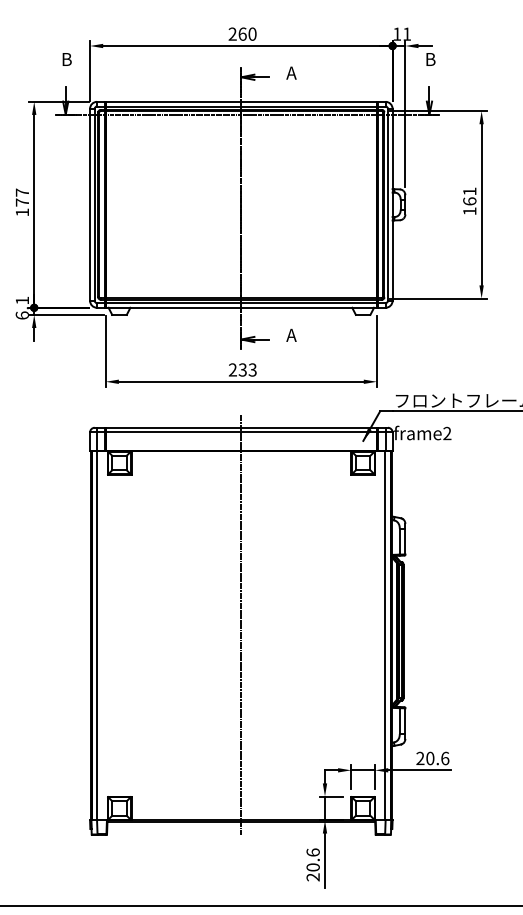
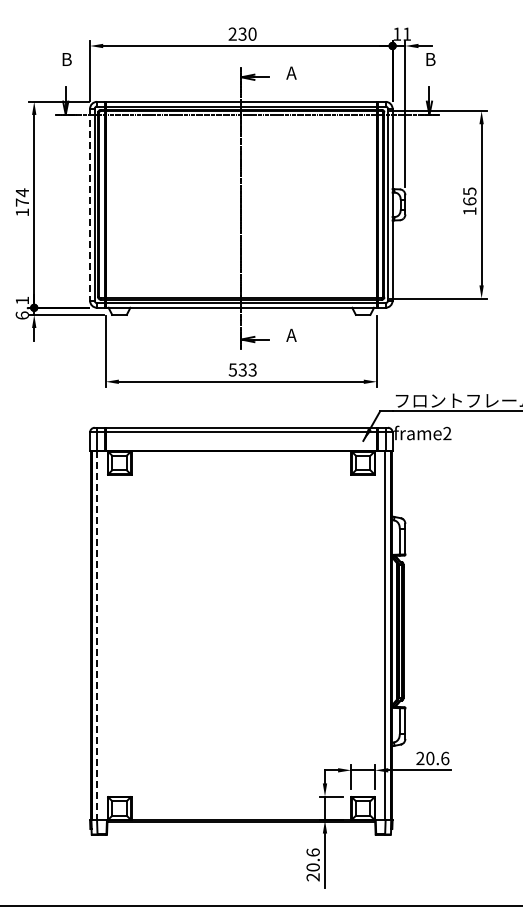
text at (242, 33): 260 -> 230
text at (469, 191): 161 -> 165
text at (21, 192): 177 -> 174
line at (90, 204): solid -> dashed
text at (232, 369): 233 -> 533
line at (241, 624): present -> none
line at (97, 635): solid -> dashed
